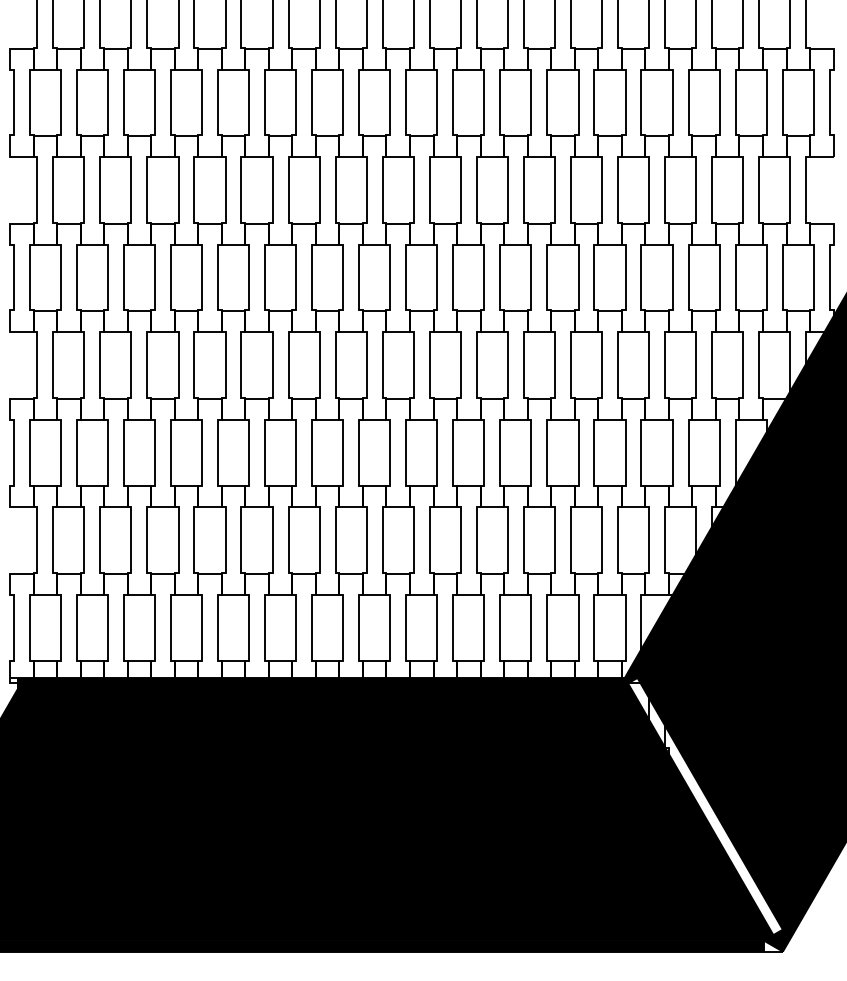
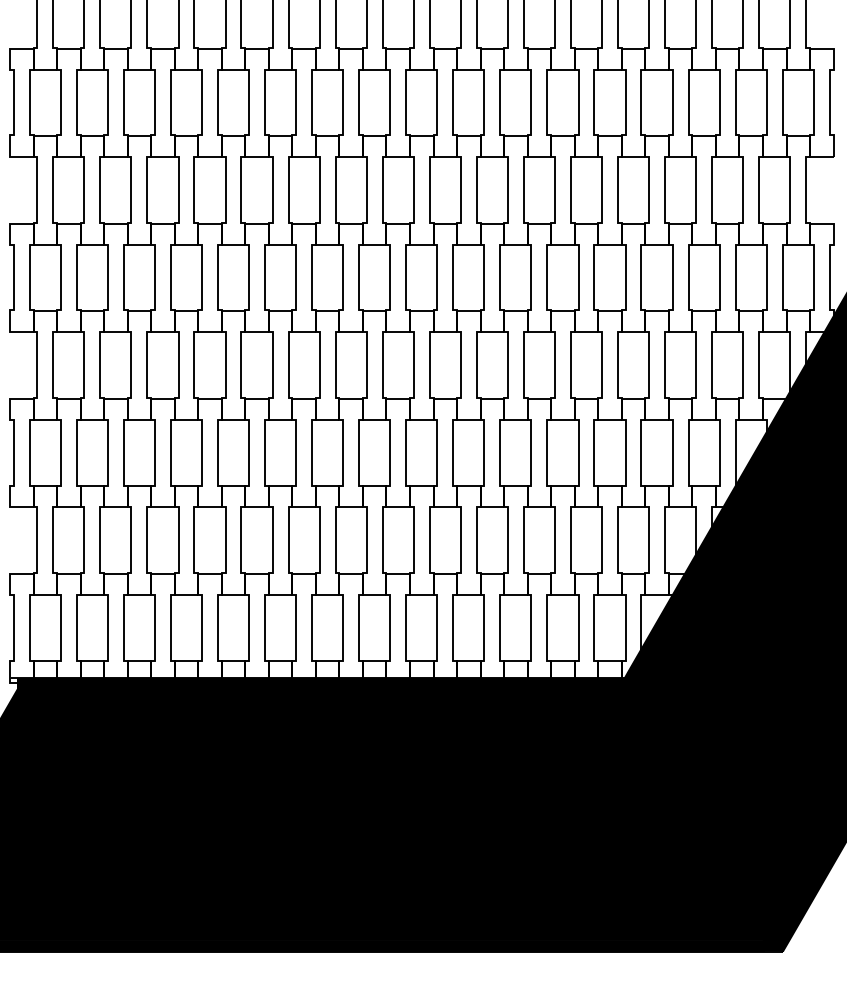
fill at (705, 806): none -> present
fill at (772, 945): none -> present
